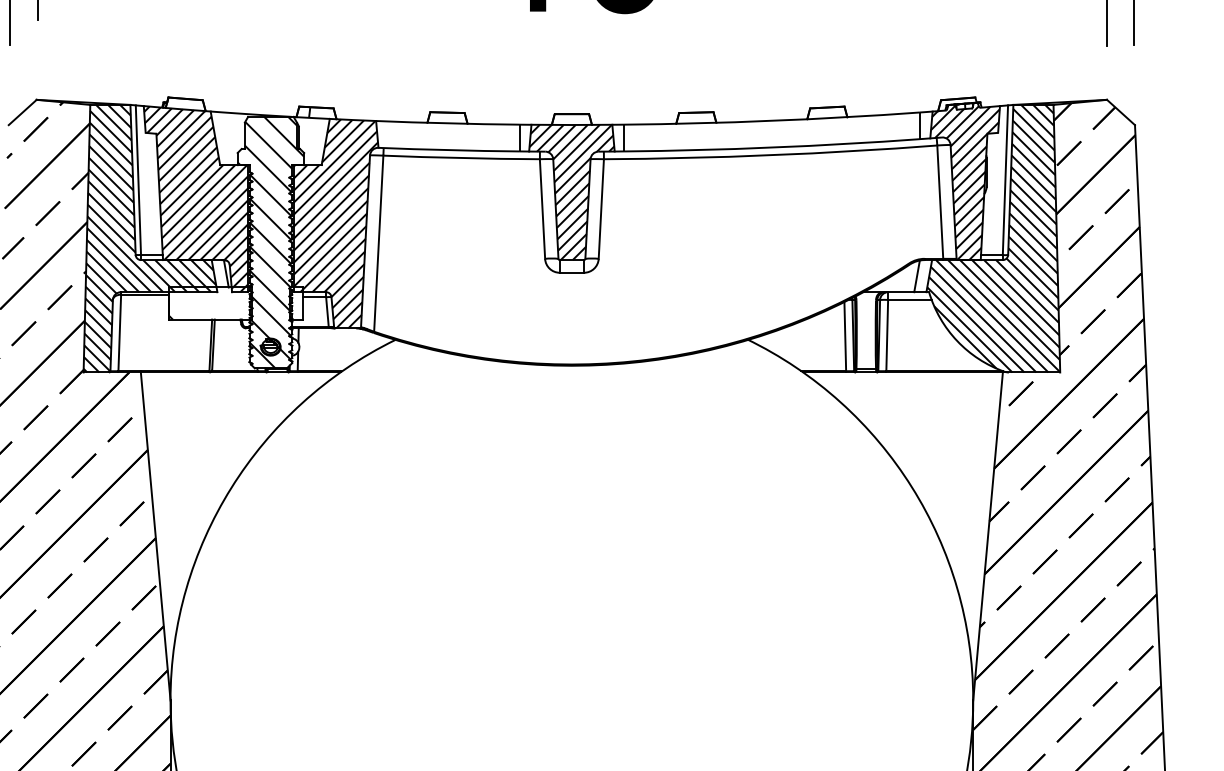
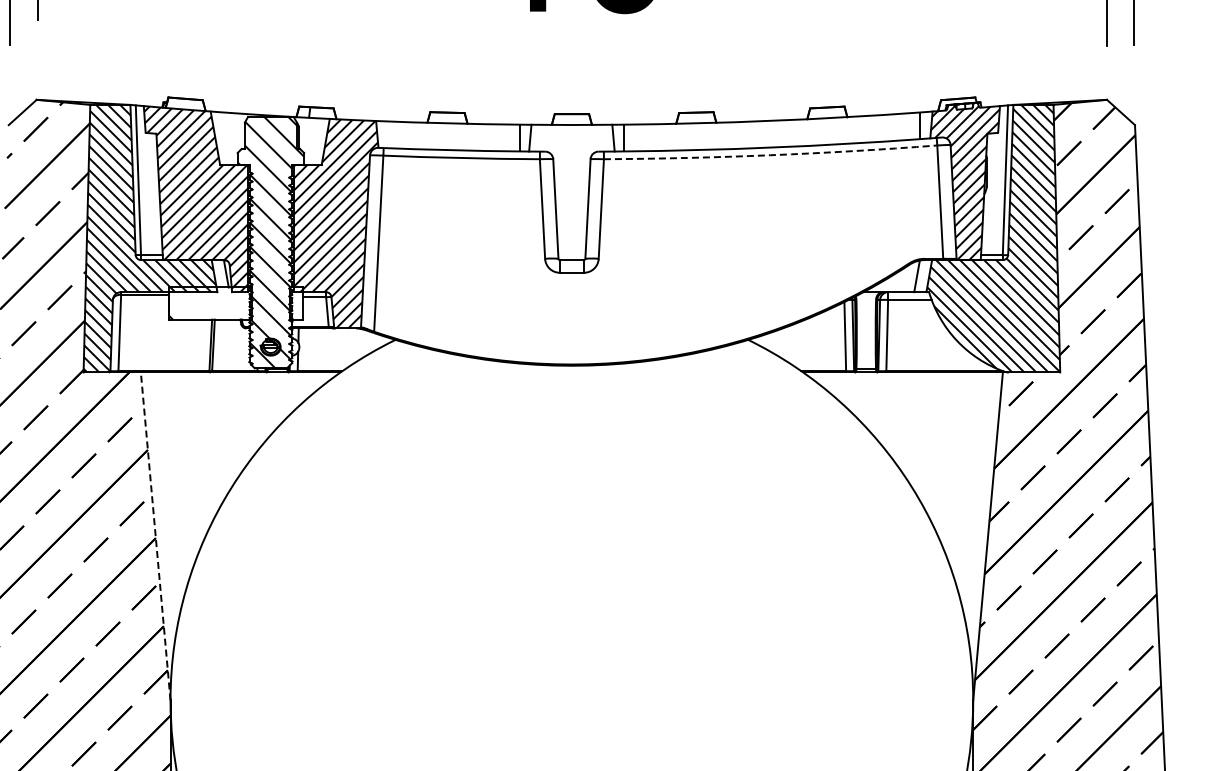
arc at (770, 155): solid -> dashed
hatch at (571, 192): present -> none
line at (155, 535): solid -> dashed
